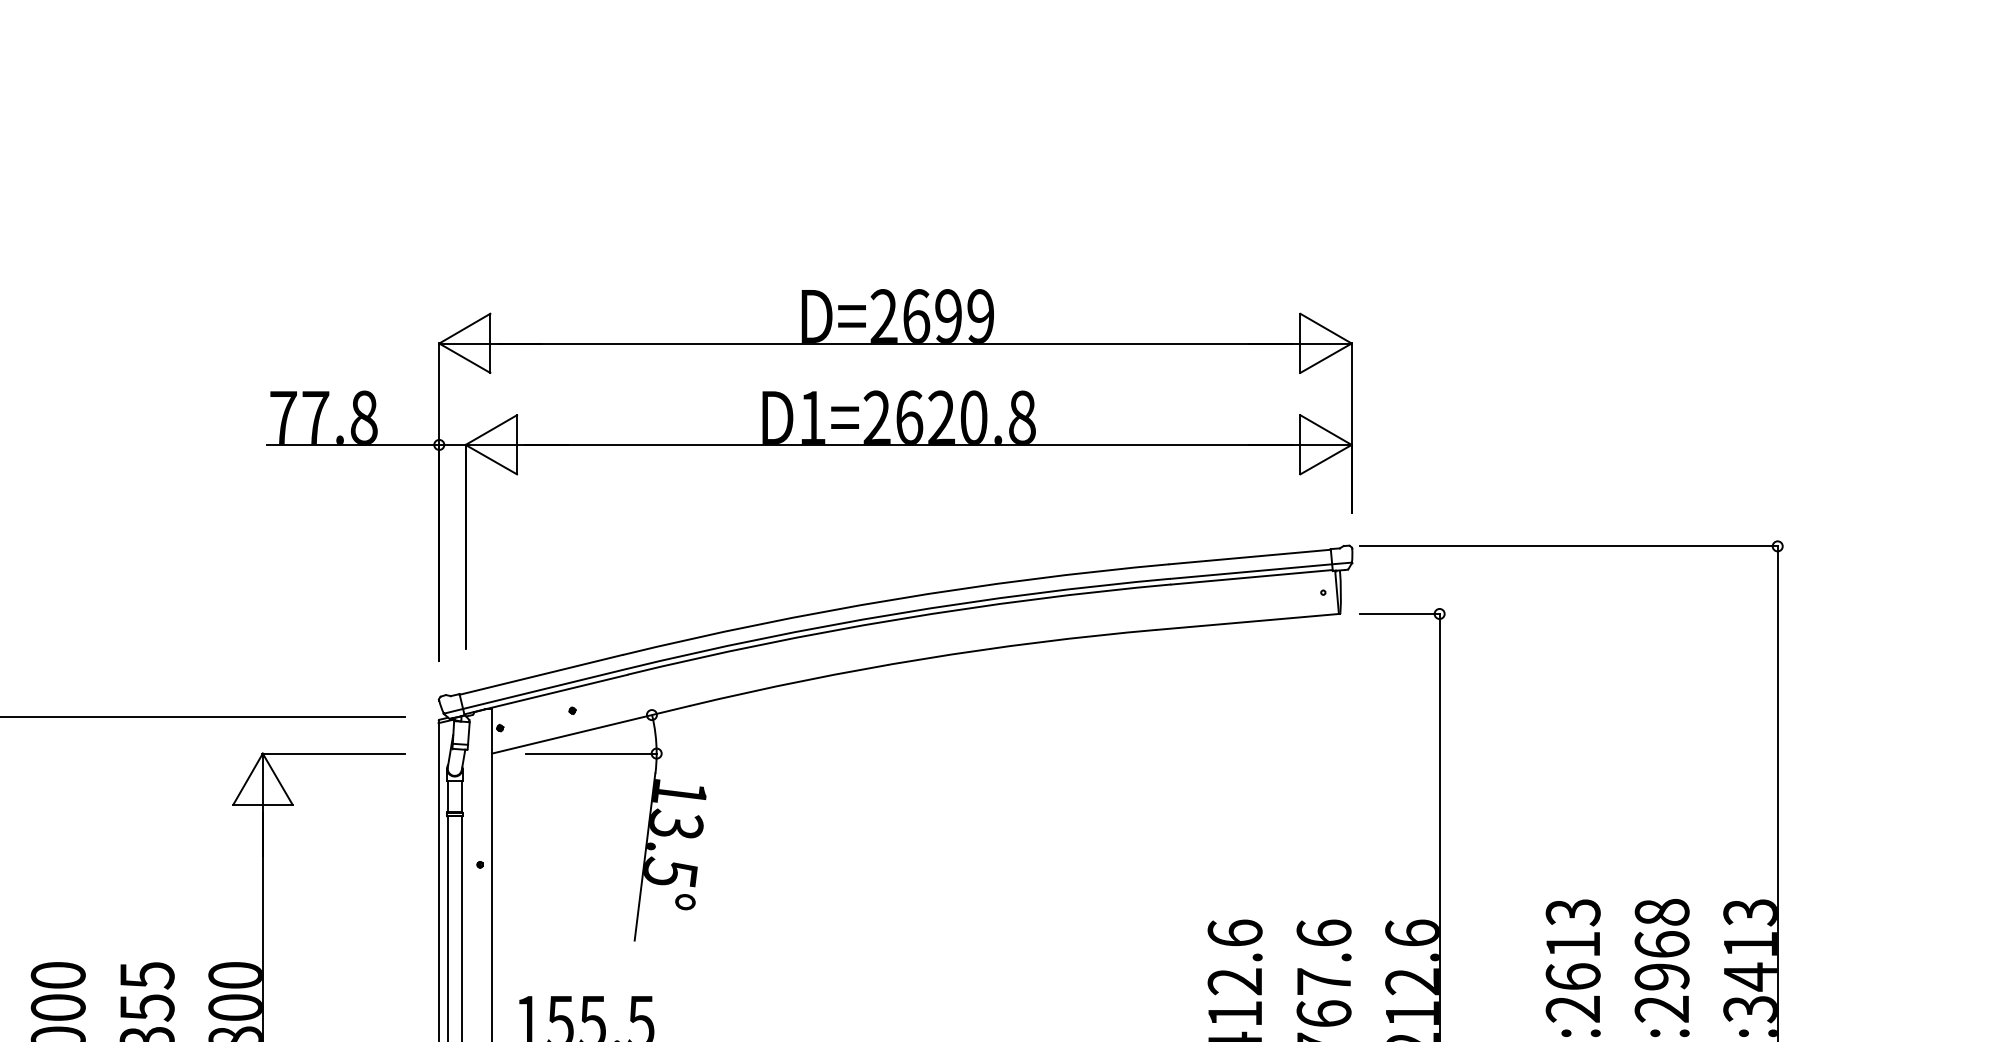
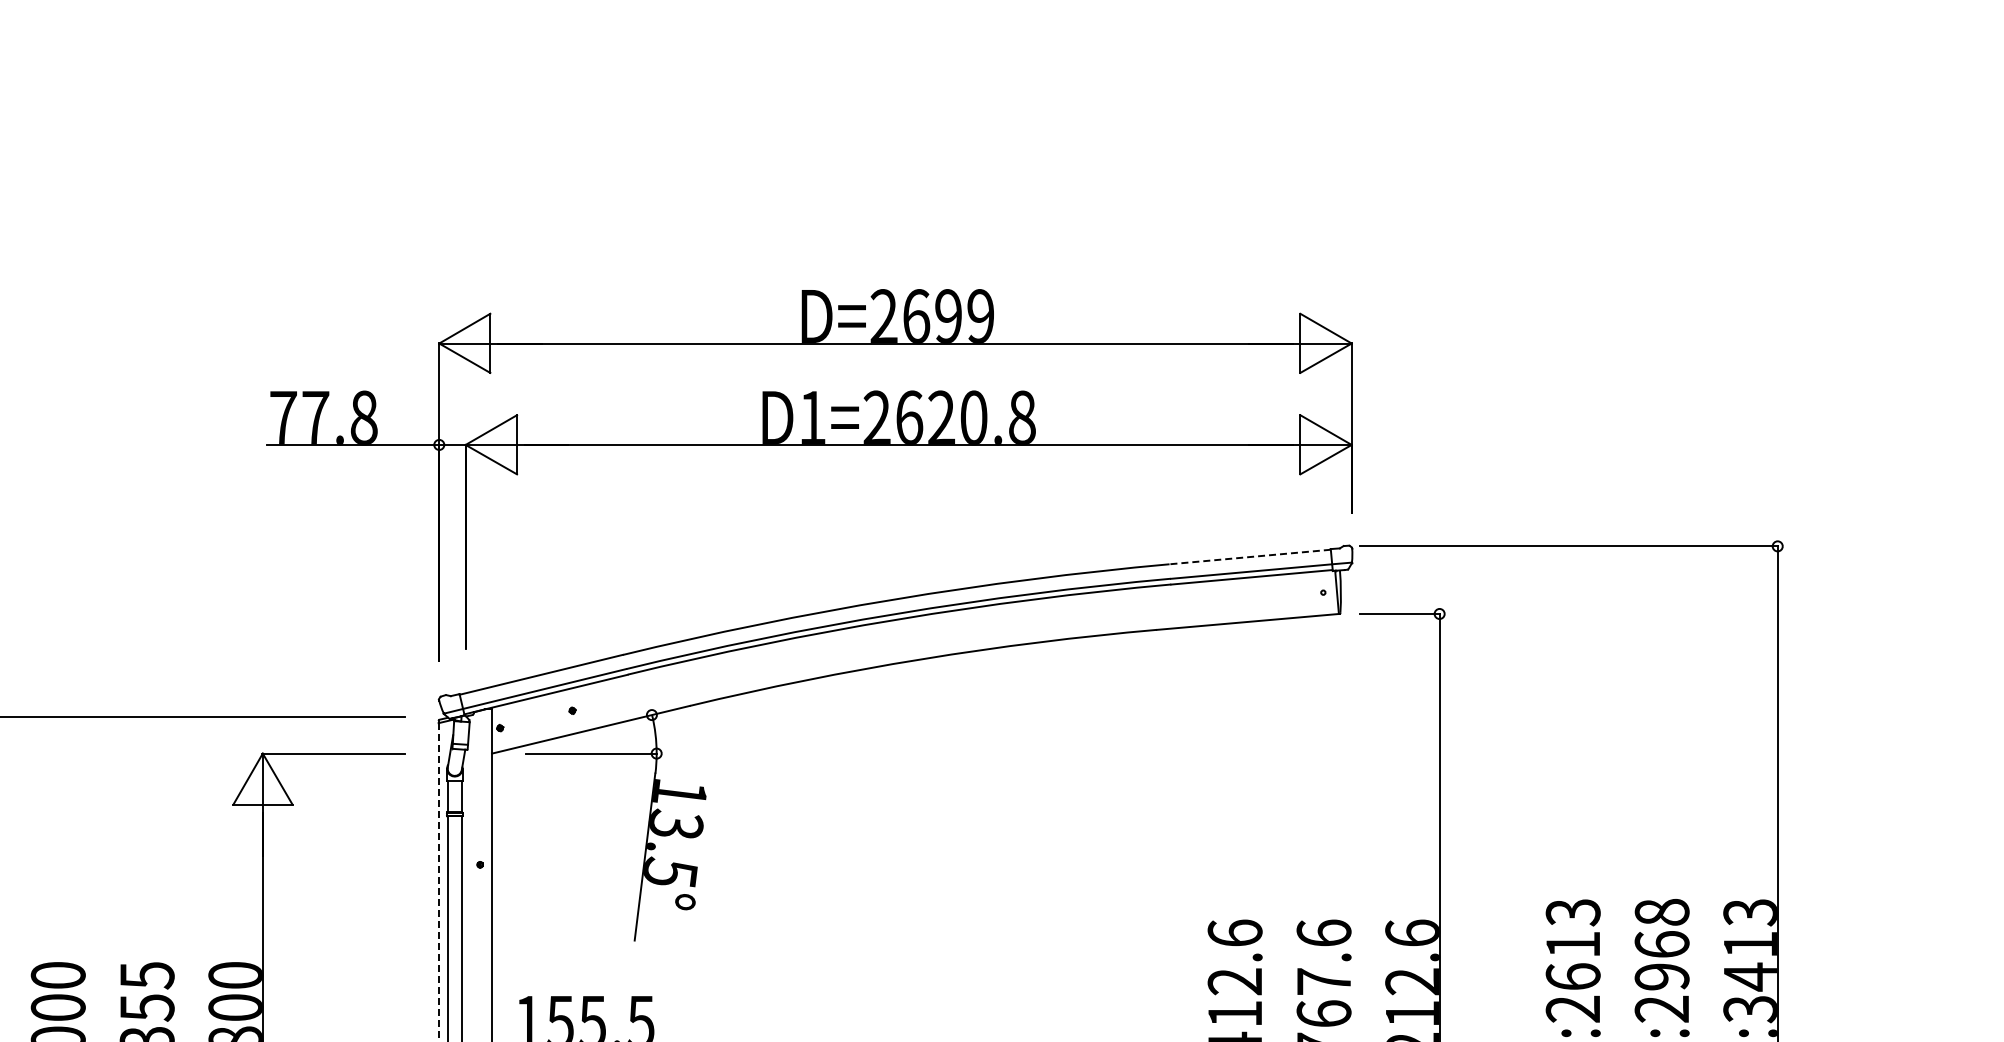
line at (1250, 557): solid -> dashed
line at (439, 882): solid -> dashed
